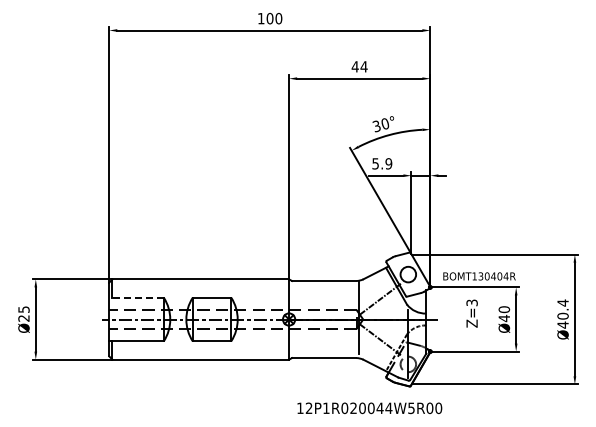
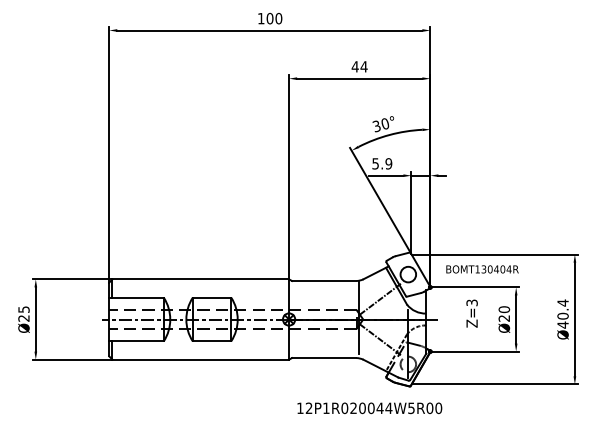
text at (479, 276) position: (479, 276) -> (482, 269)
line at (136, 297): dashed -> solid
text at (503, 318): Ø40 -> Ø20
